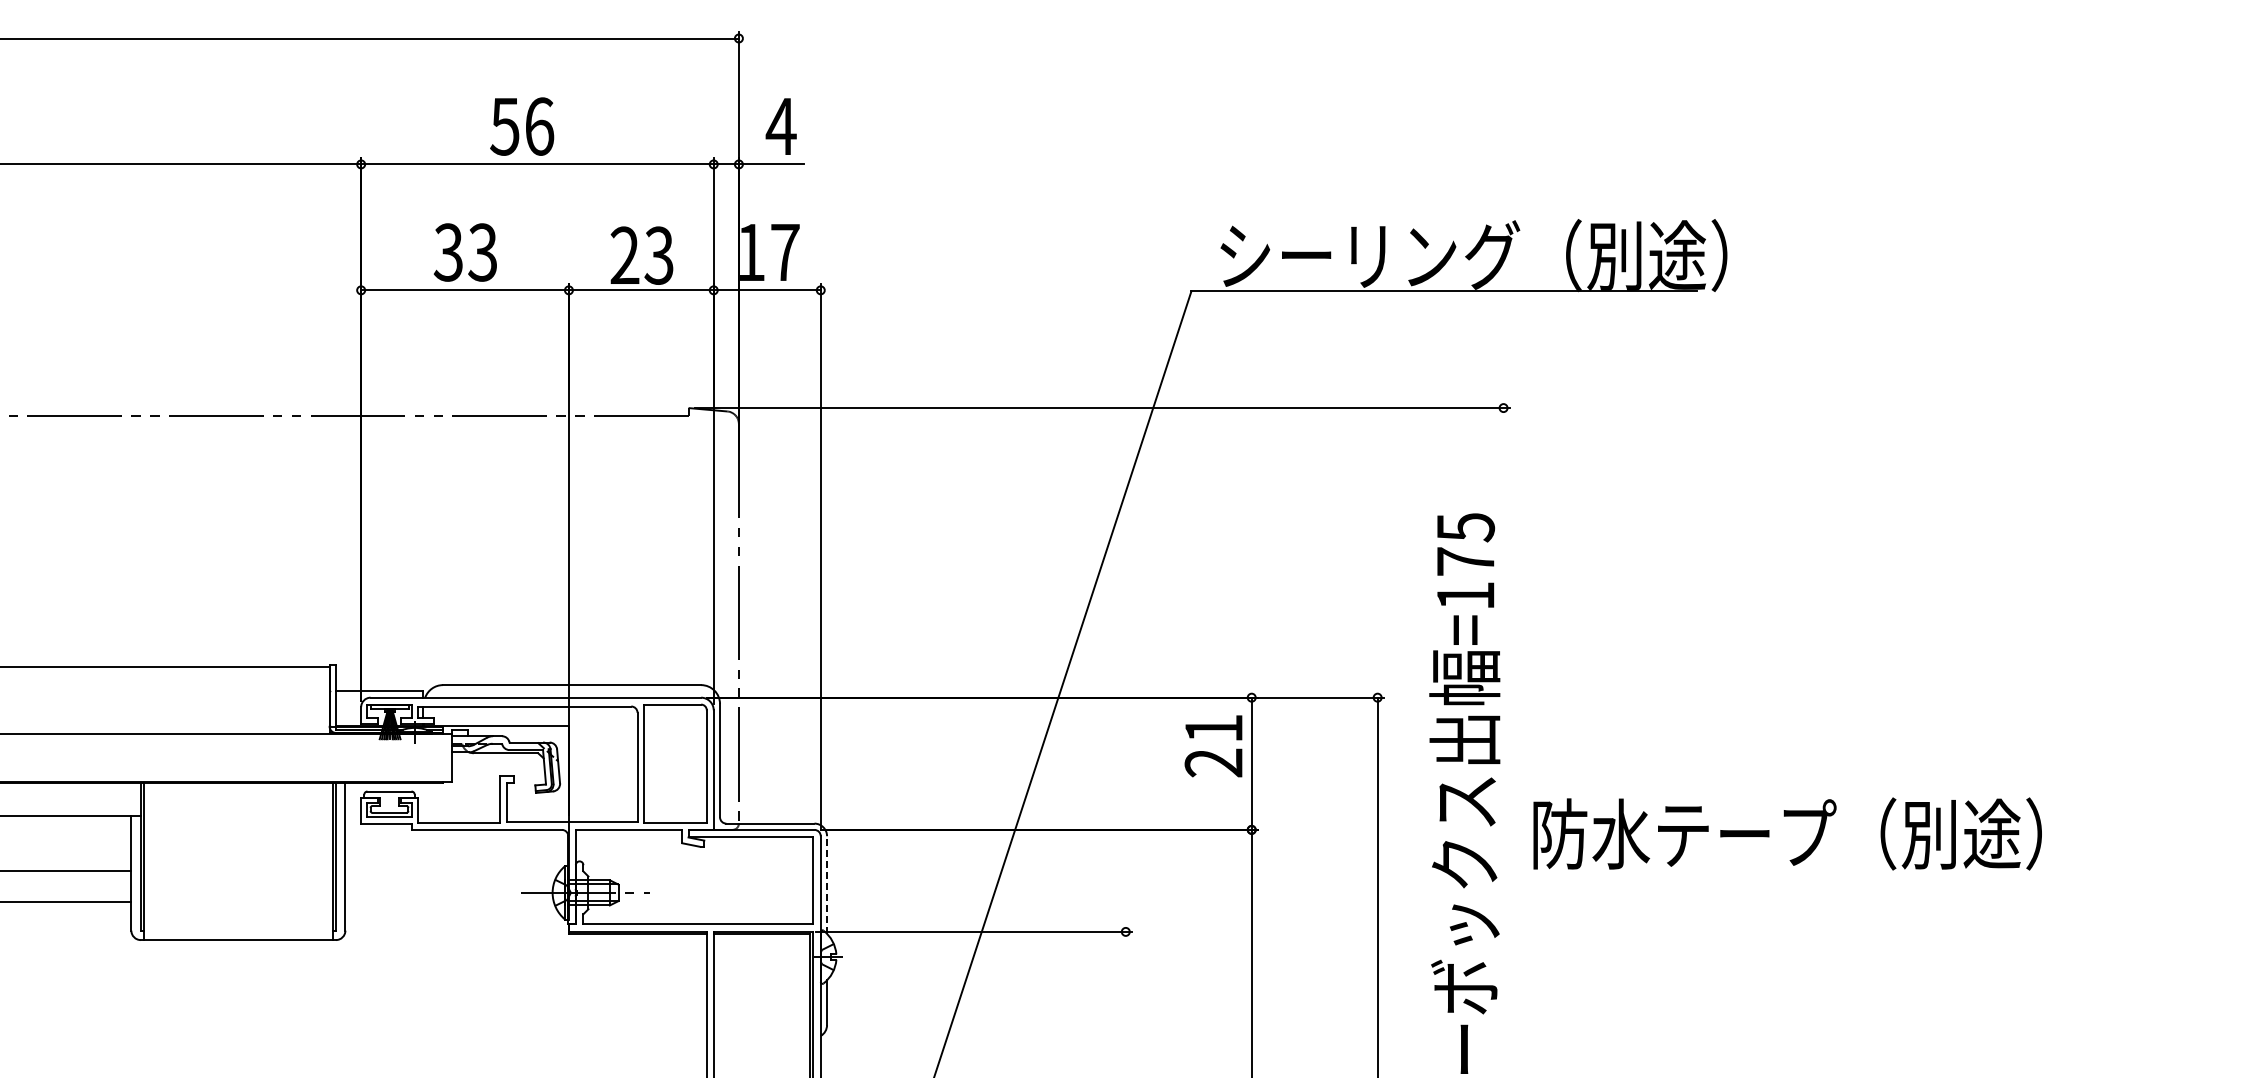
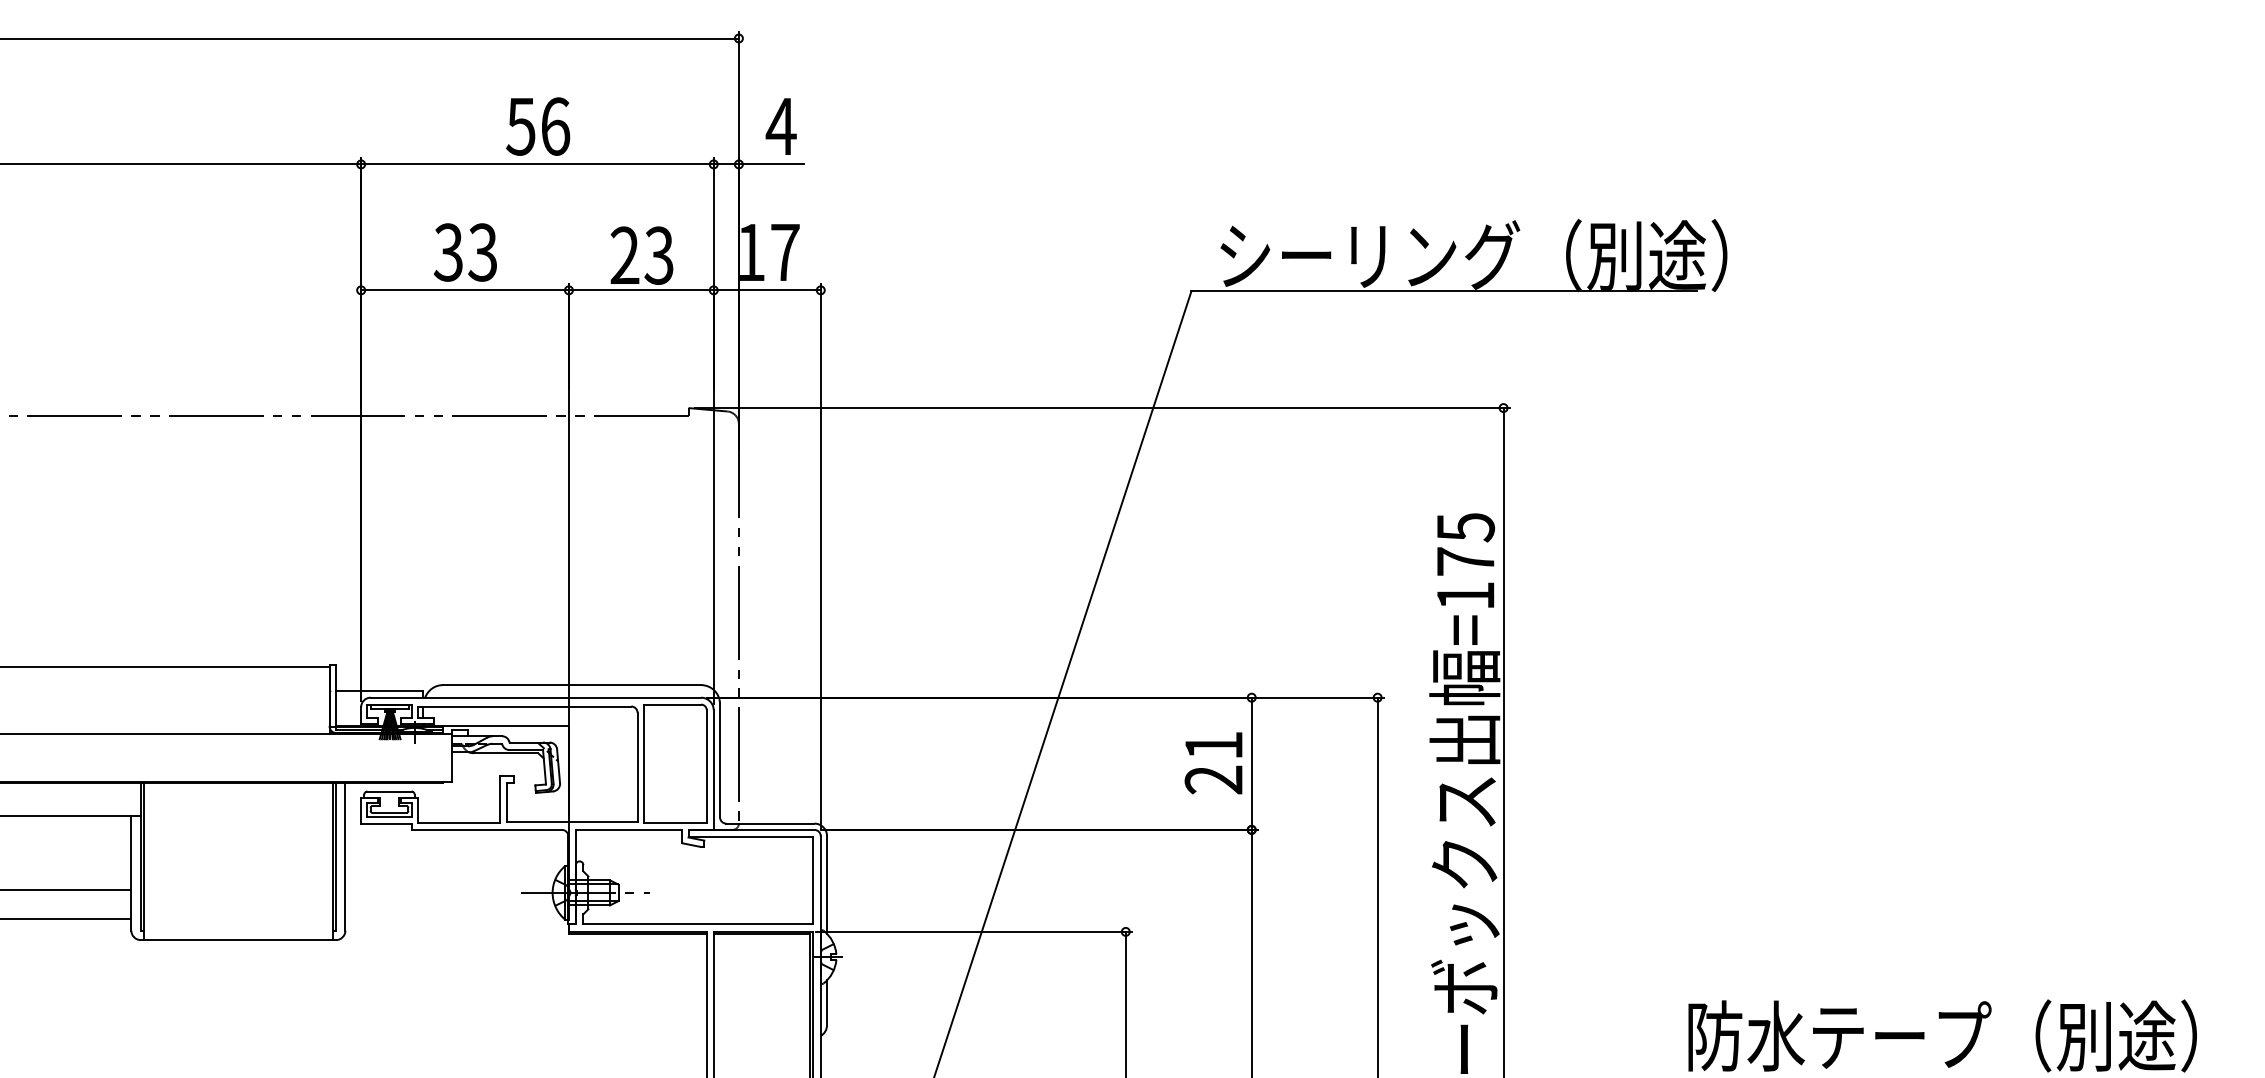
text at (522, 126) position: (522, 126) -> (538, 126)
line at (1503, 741): none -> present
text at (1213, 746) position: (1213, 746) -> (1213, 763)
text at (1787, 833) position: (1787, 833) -> (1942, 1035)
line at (66, 871) position: (66, 871) -> (66, 890)
line at (827, 885): dashed -> solid
line at (66, 901) position: (66, 901) -> (66, 918)
line at (1125, 1002): none -> present
